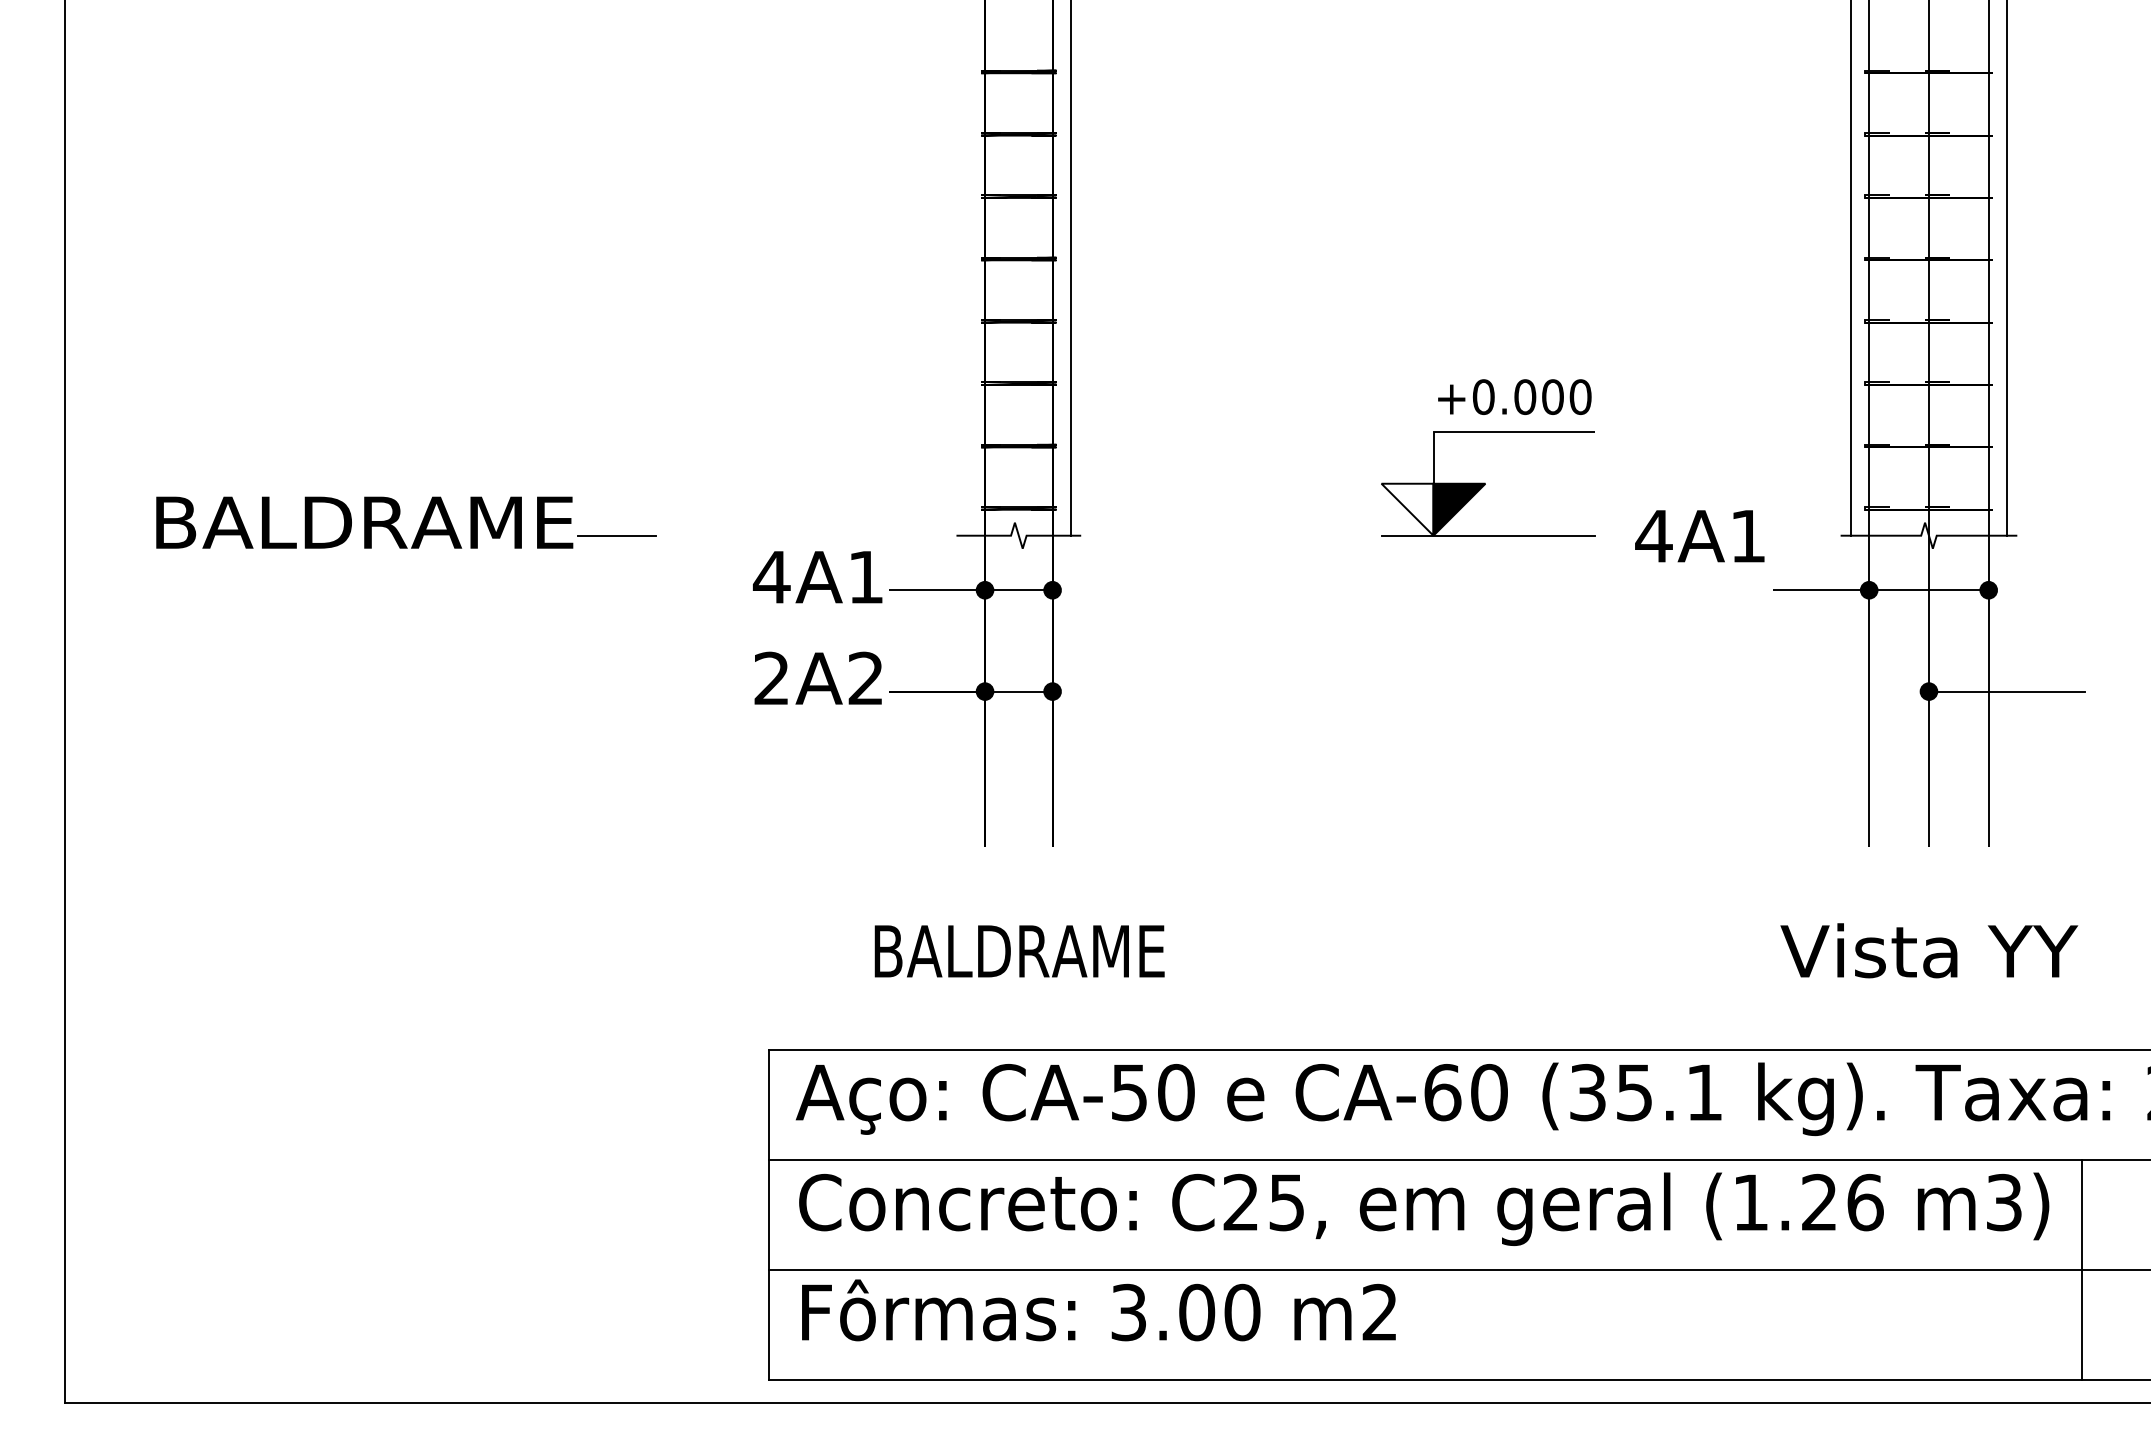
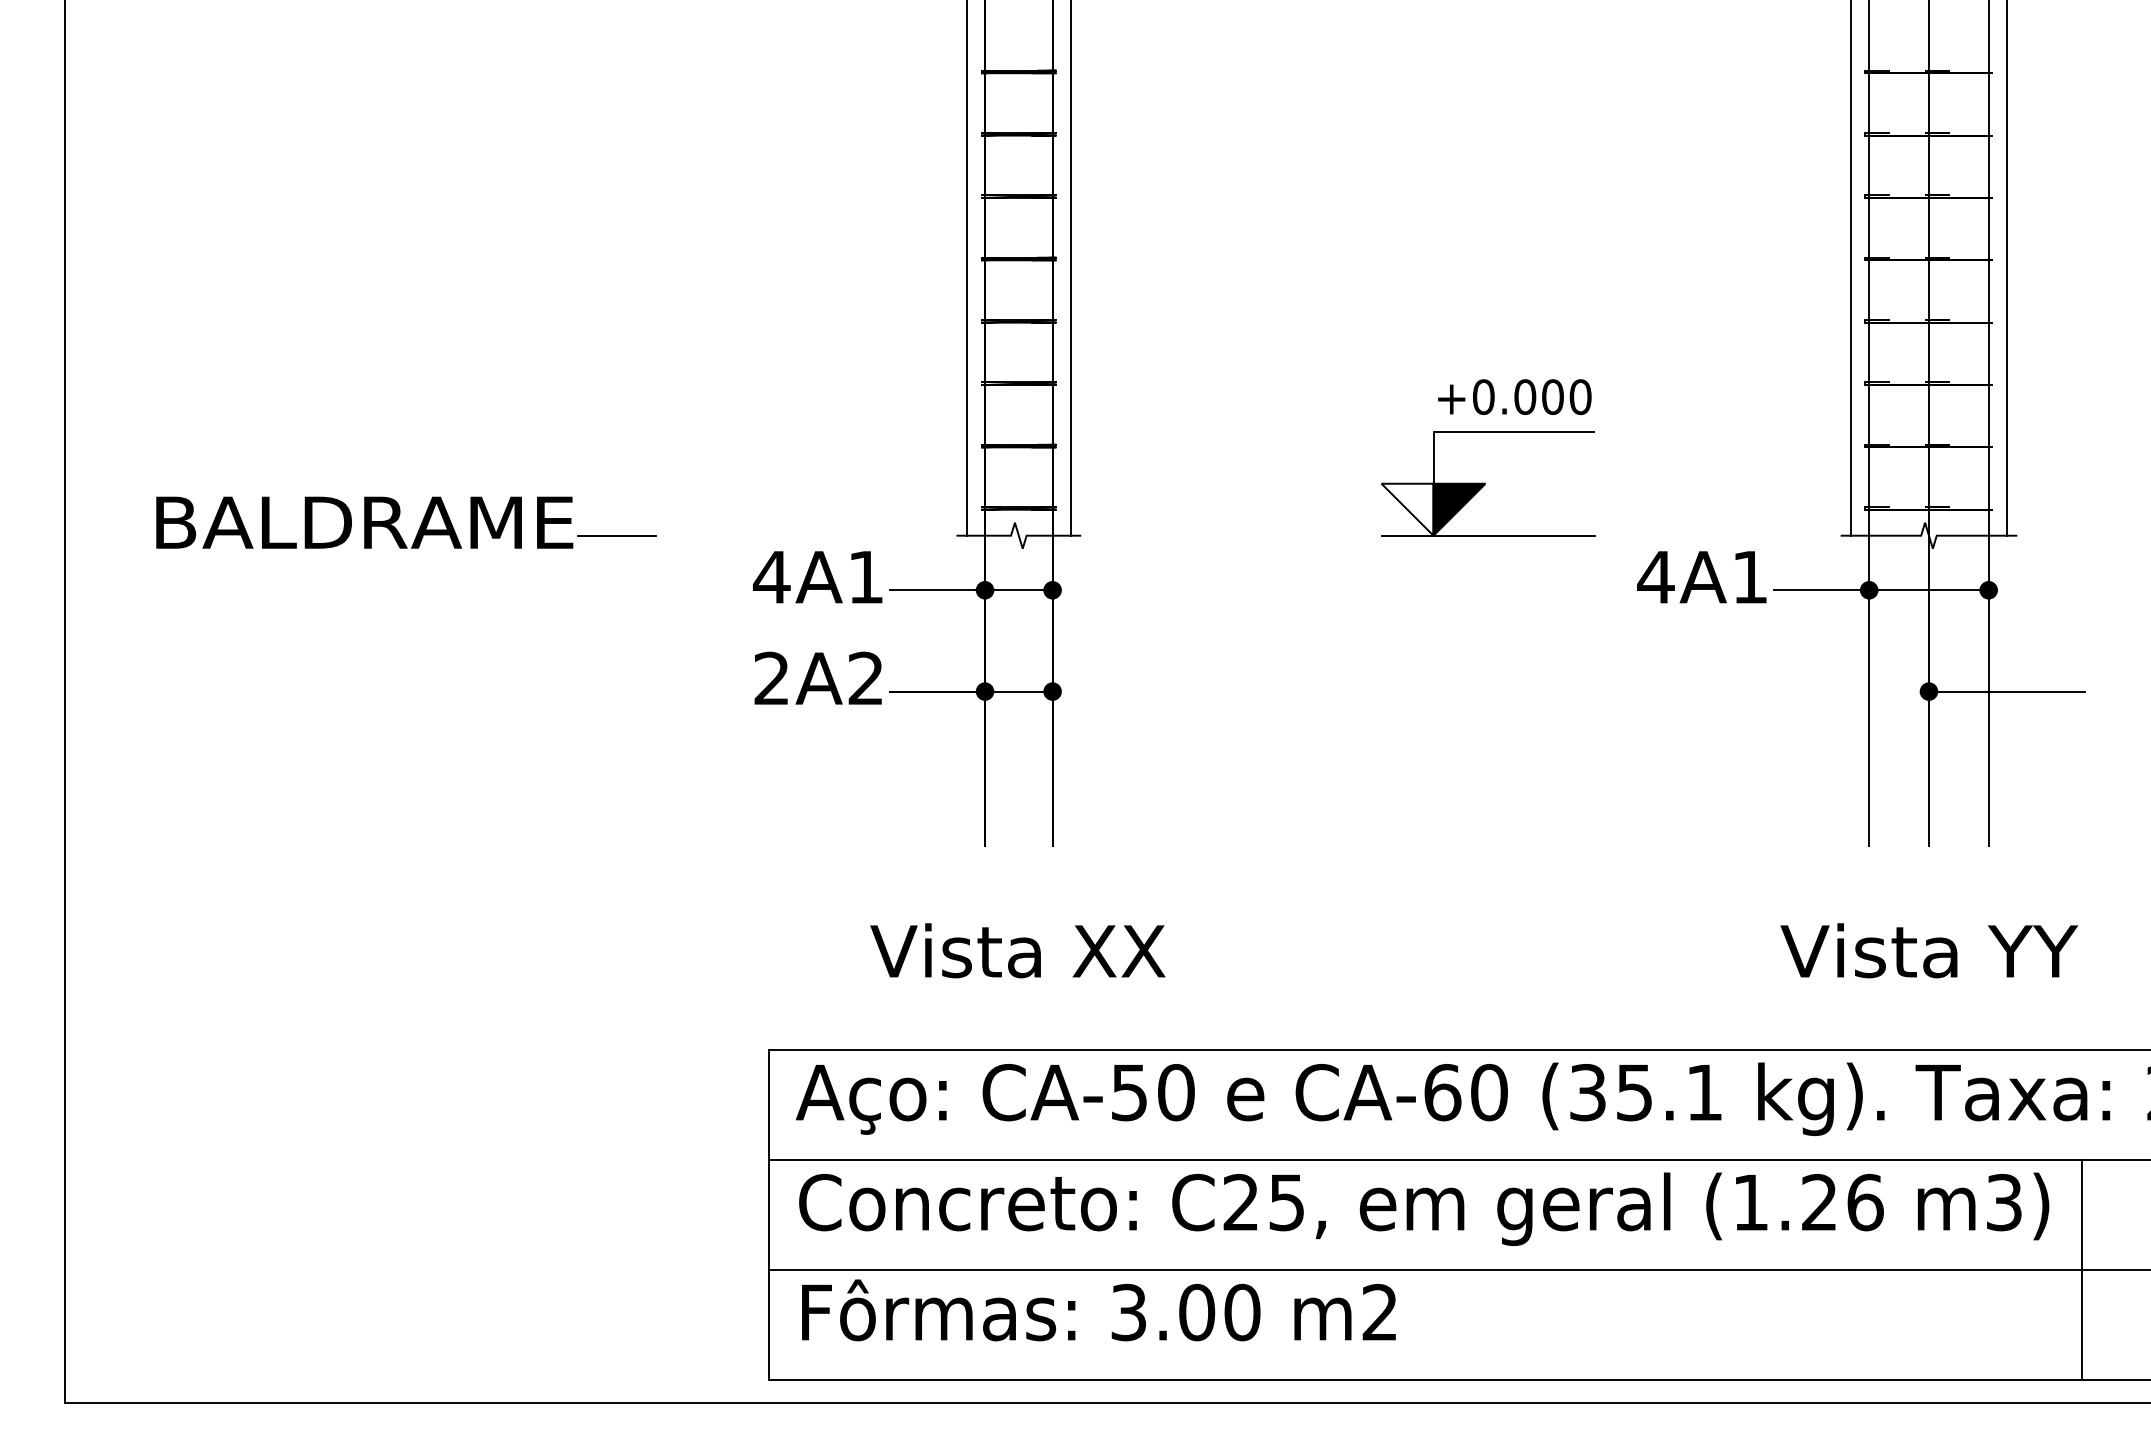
line at (966, 268): none -> present
text at (1699, 536) position: (1699, 536) -> (1701, 577)
text at (1017, 950): BALDRAME -> Vista XX
